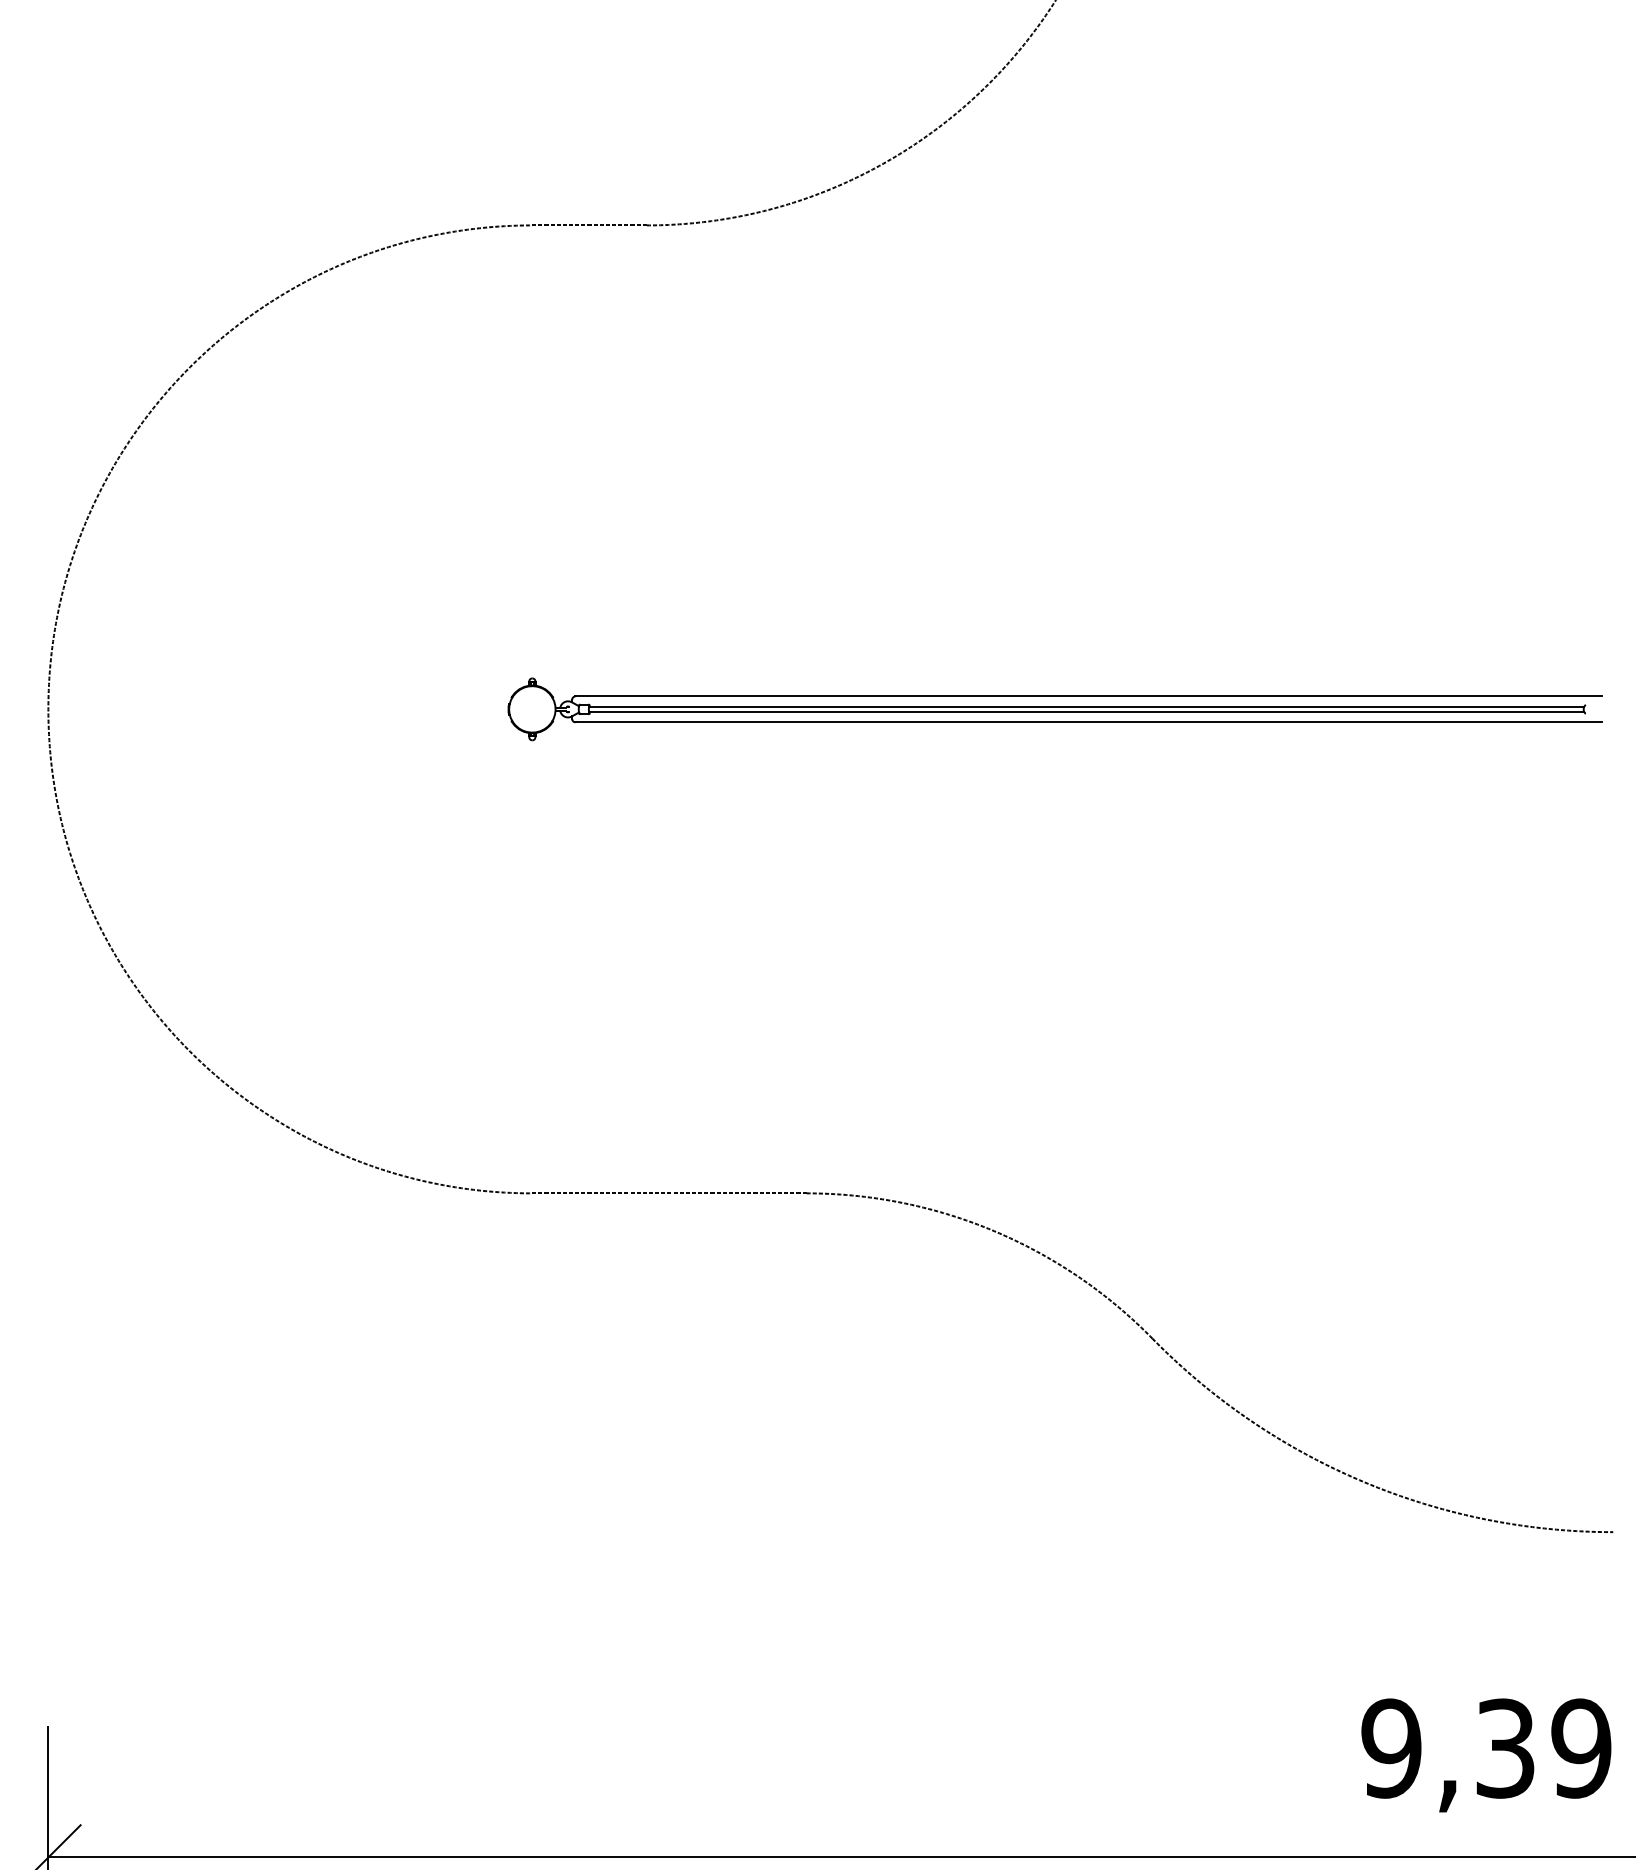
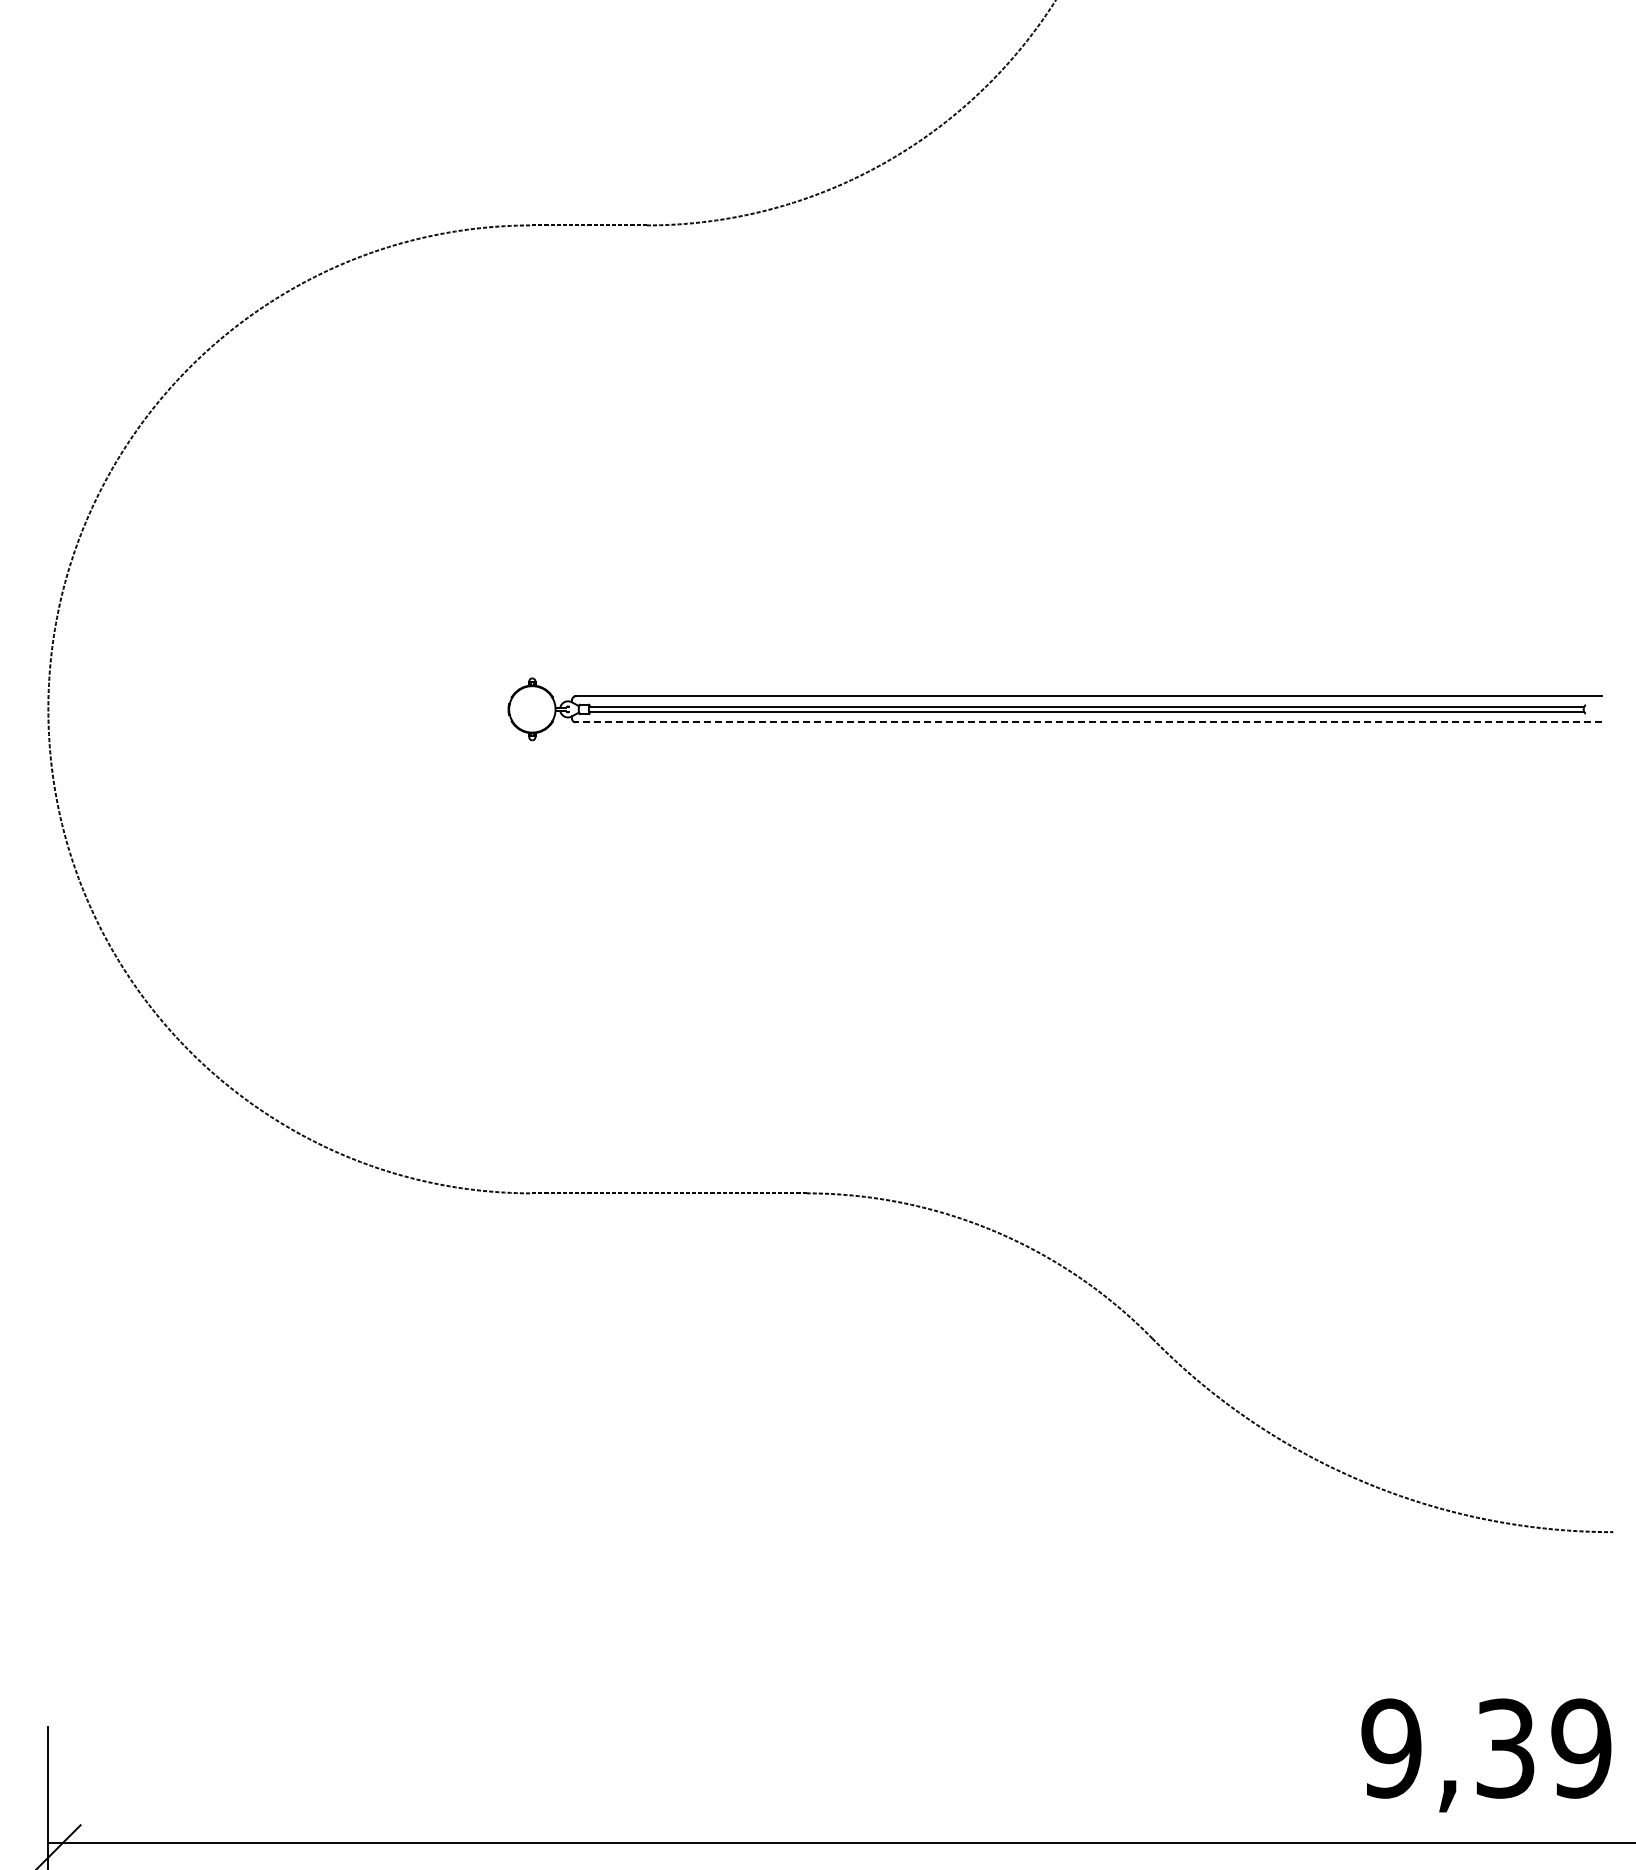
line at (1088, 722): solid -> dashed
line at (840, 1857) position: (840, 1857) -> (840, 1843)
